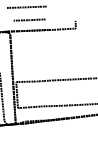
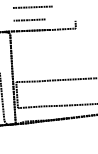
line at (26, 6) position: (26, 6) -> (32, 6)
